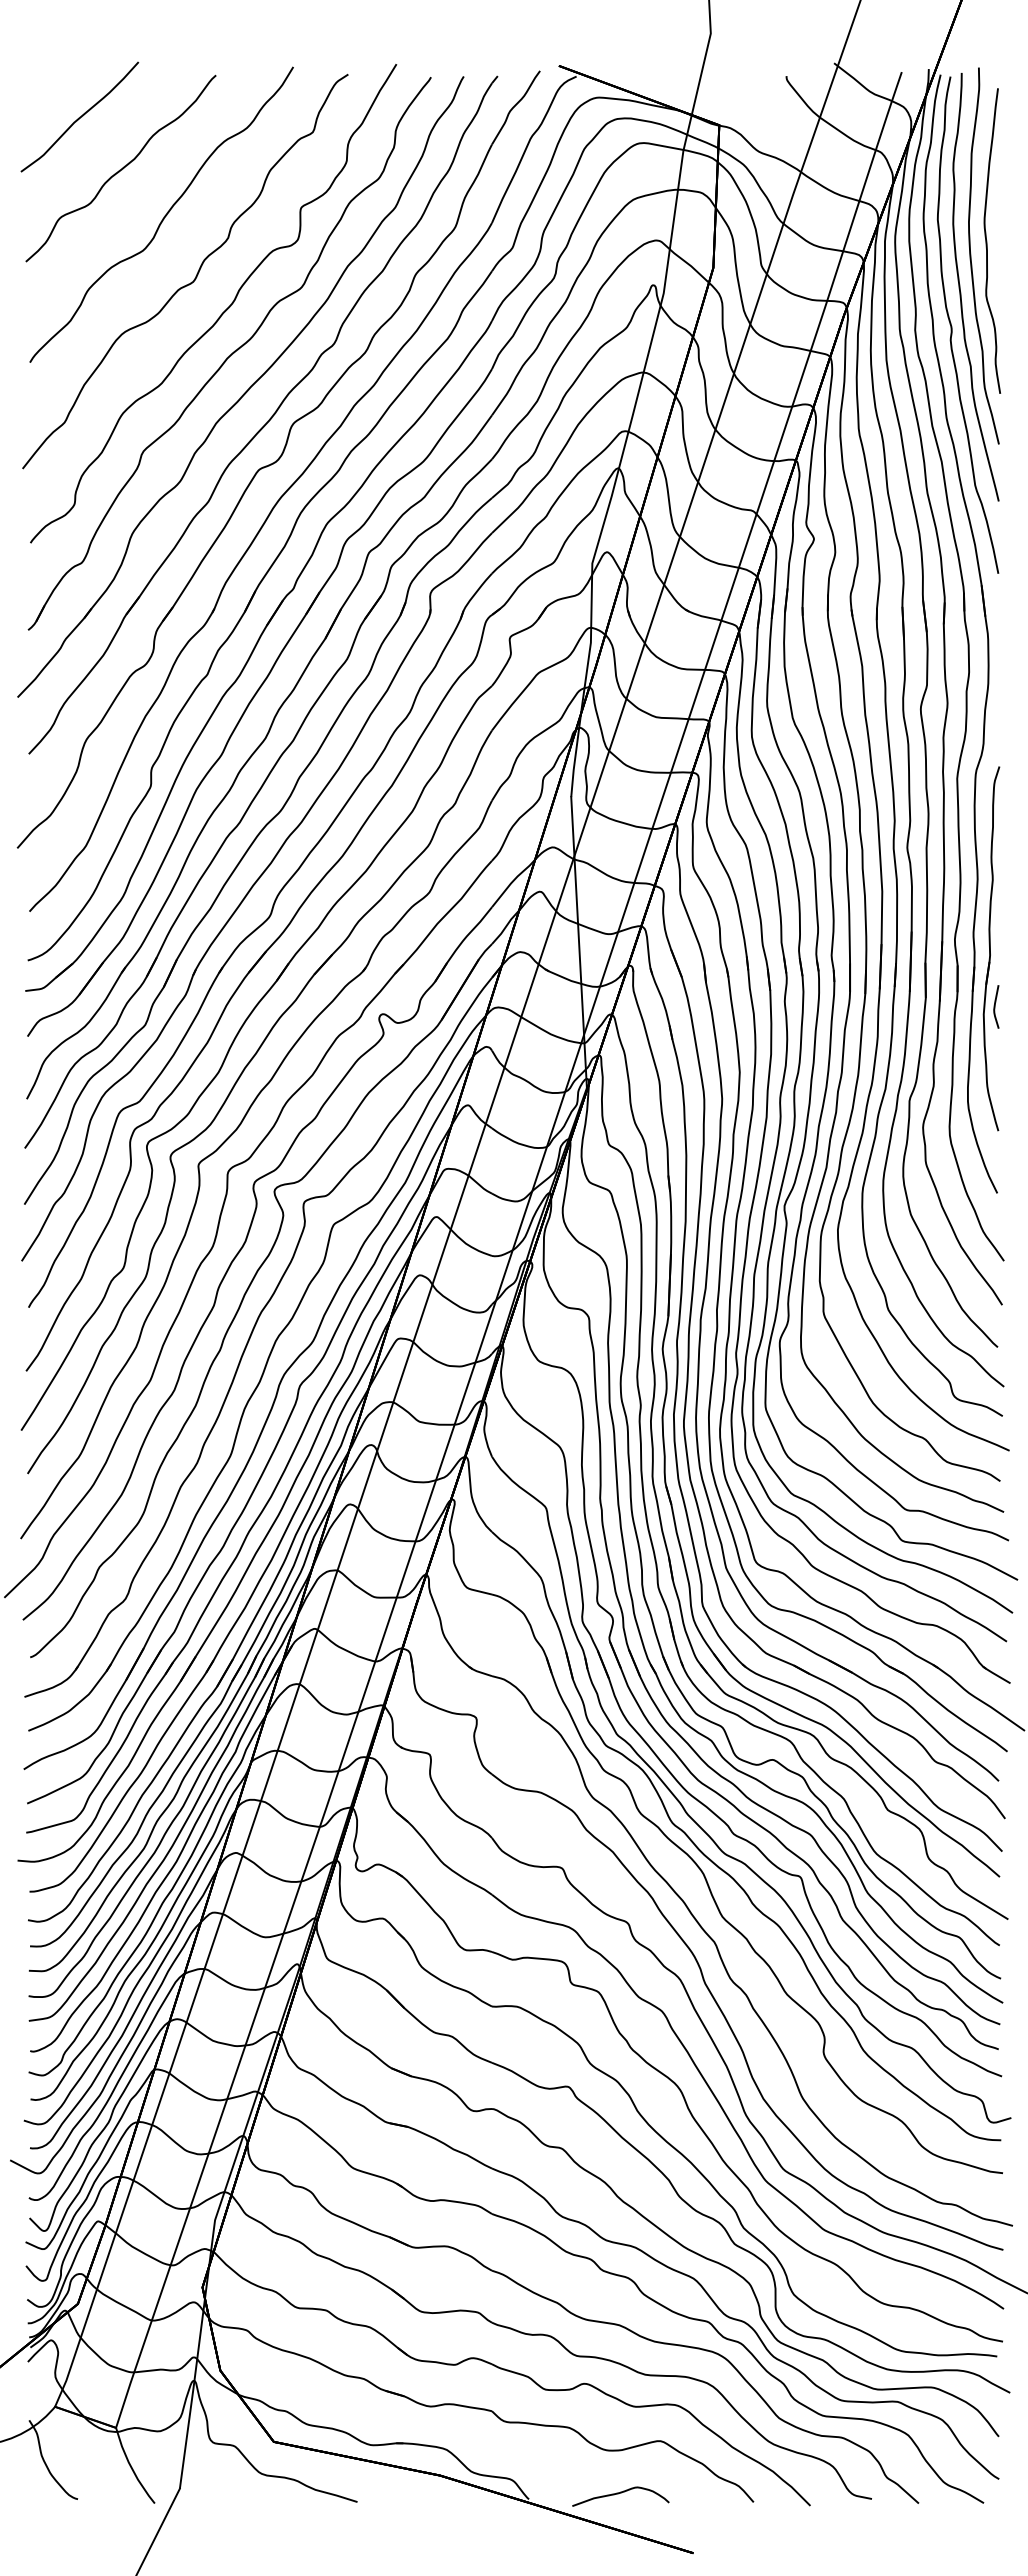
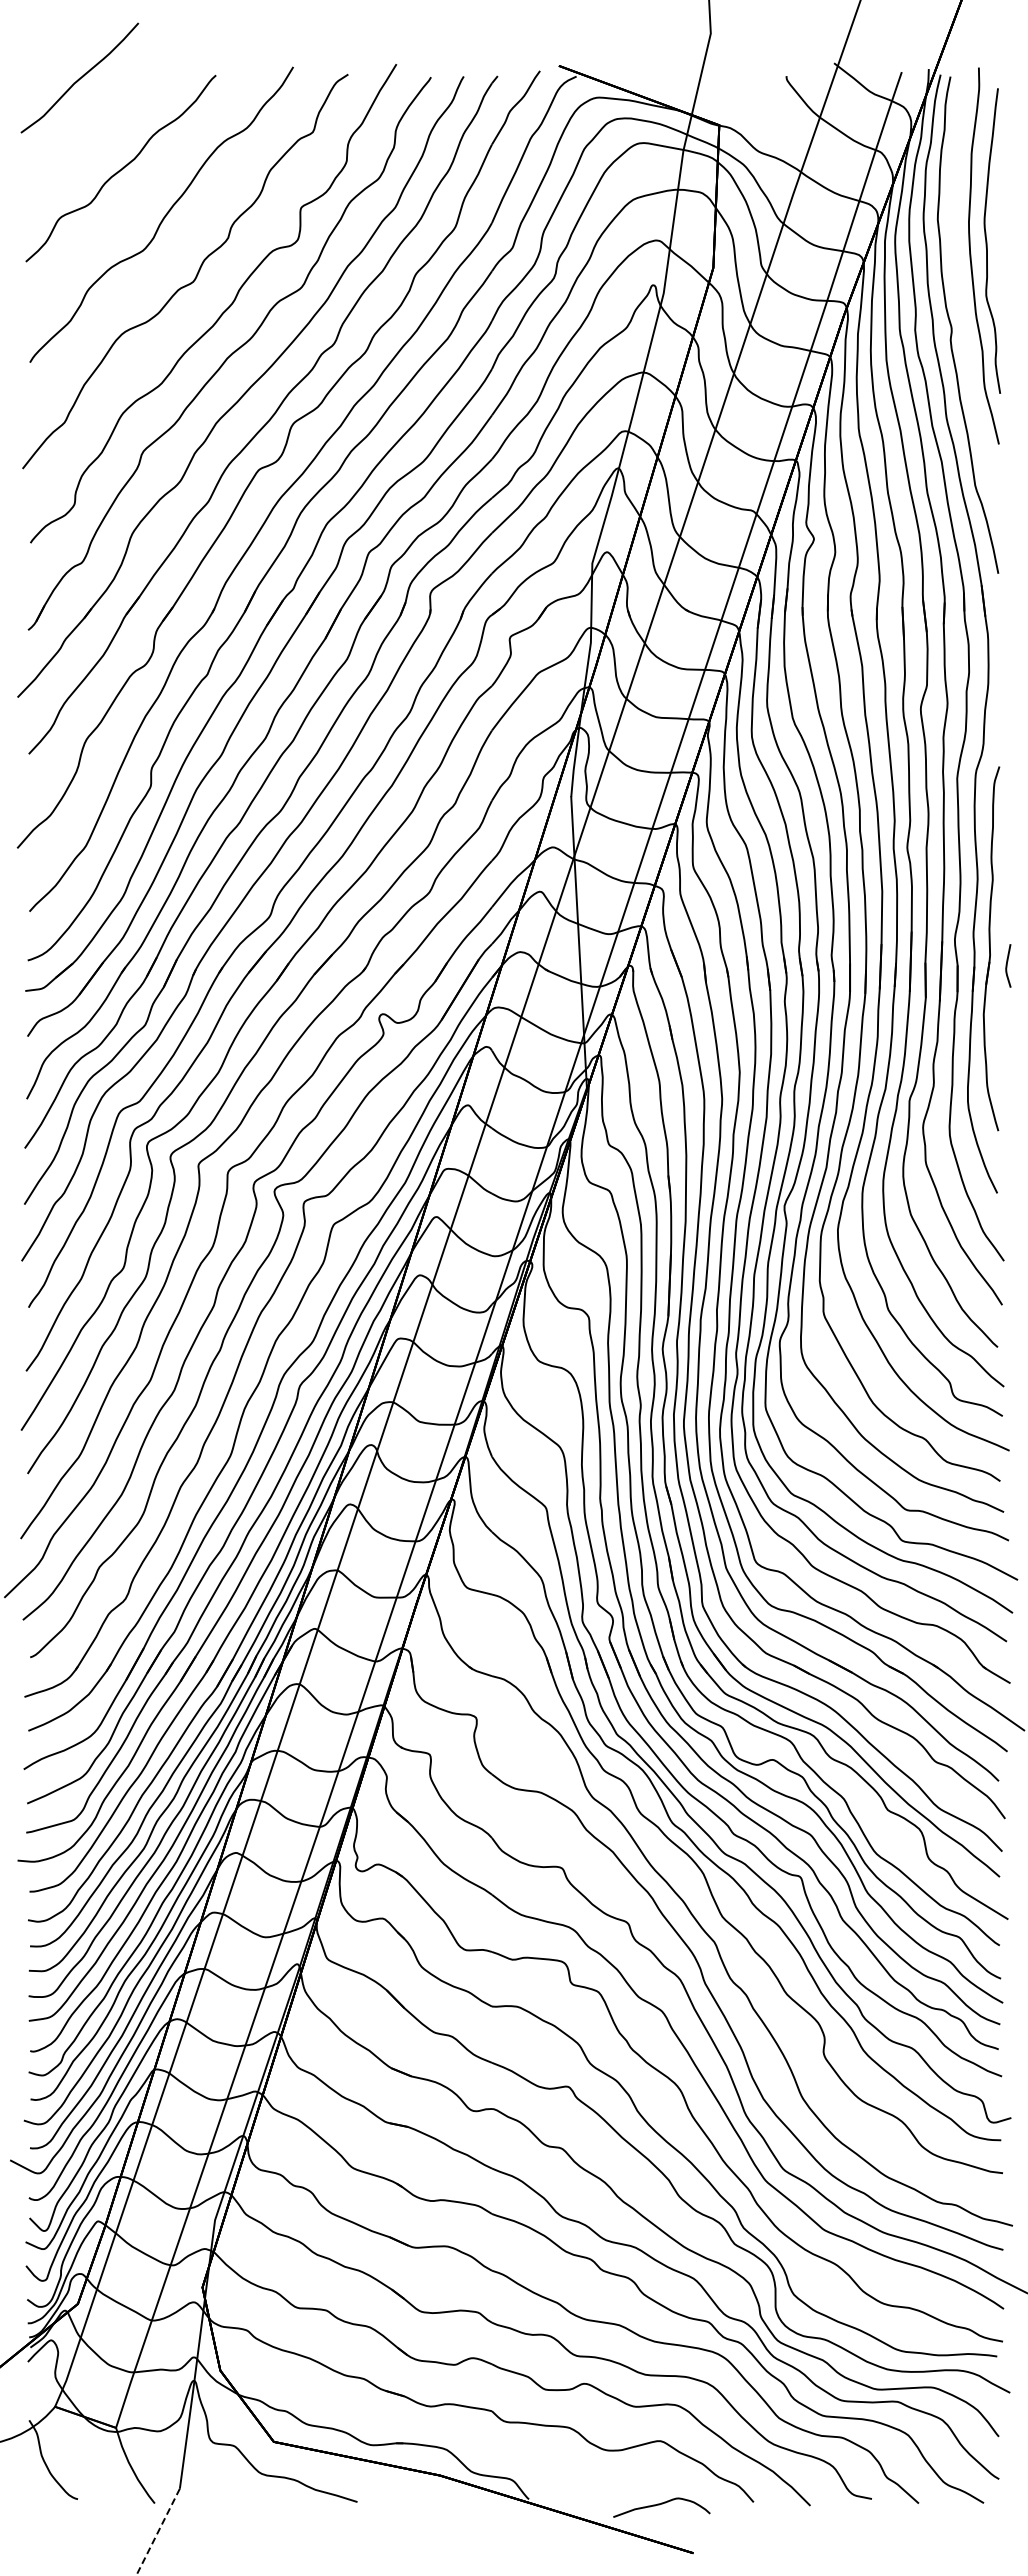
curve at (80, 116) position: (80, 116) -> (80, 77)
curve at (961, 292): present -> none
curve at (995, 1006) position: (995, 1006) -> (1007, 965)
curve at (618, 2494) position: (618, 2494) -> (659, 2505)
line at (157, 2532): solid -> dashed
